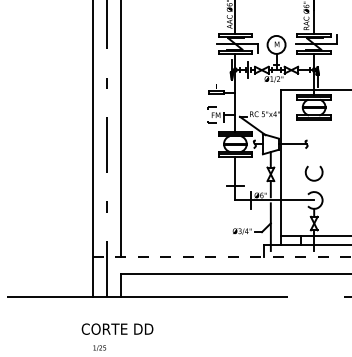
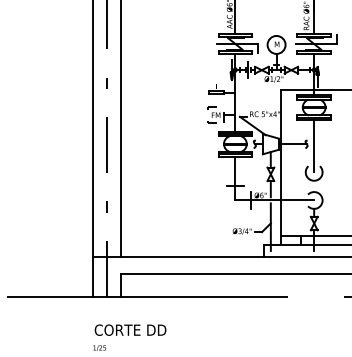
line at (314, 145): none -> present
line at (222, 256): dashed -> solid
text at (117, 328) position: (117, 328) -> (130, 329)
